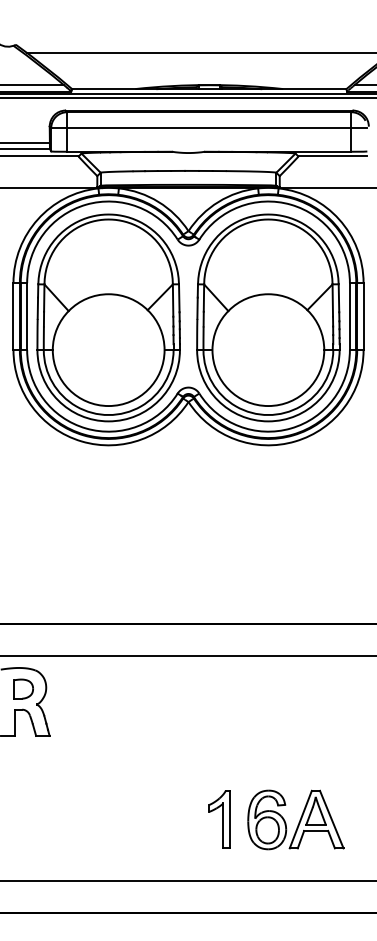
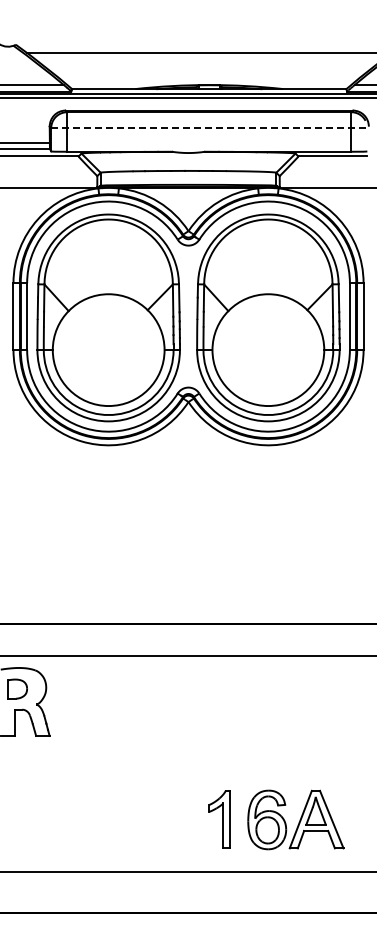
line at (209, 128): solid -> dashed
part at (23, 688) position: (23, 688) -> (17, 688)
line at (187, 880) position: (187, 880) -> (187, 871)
